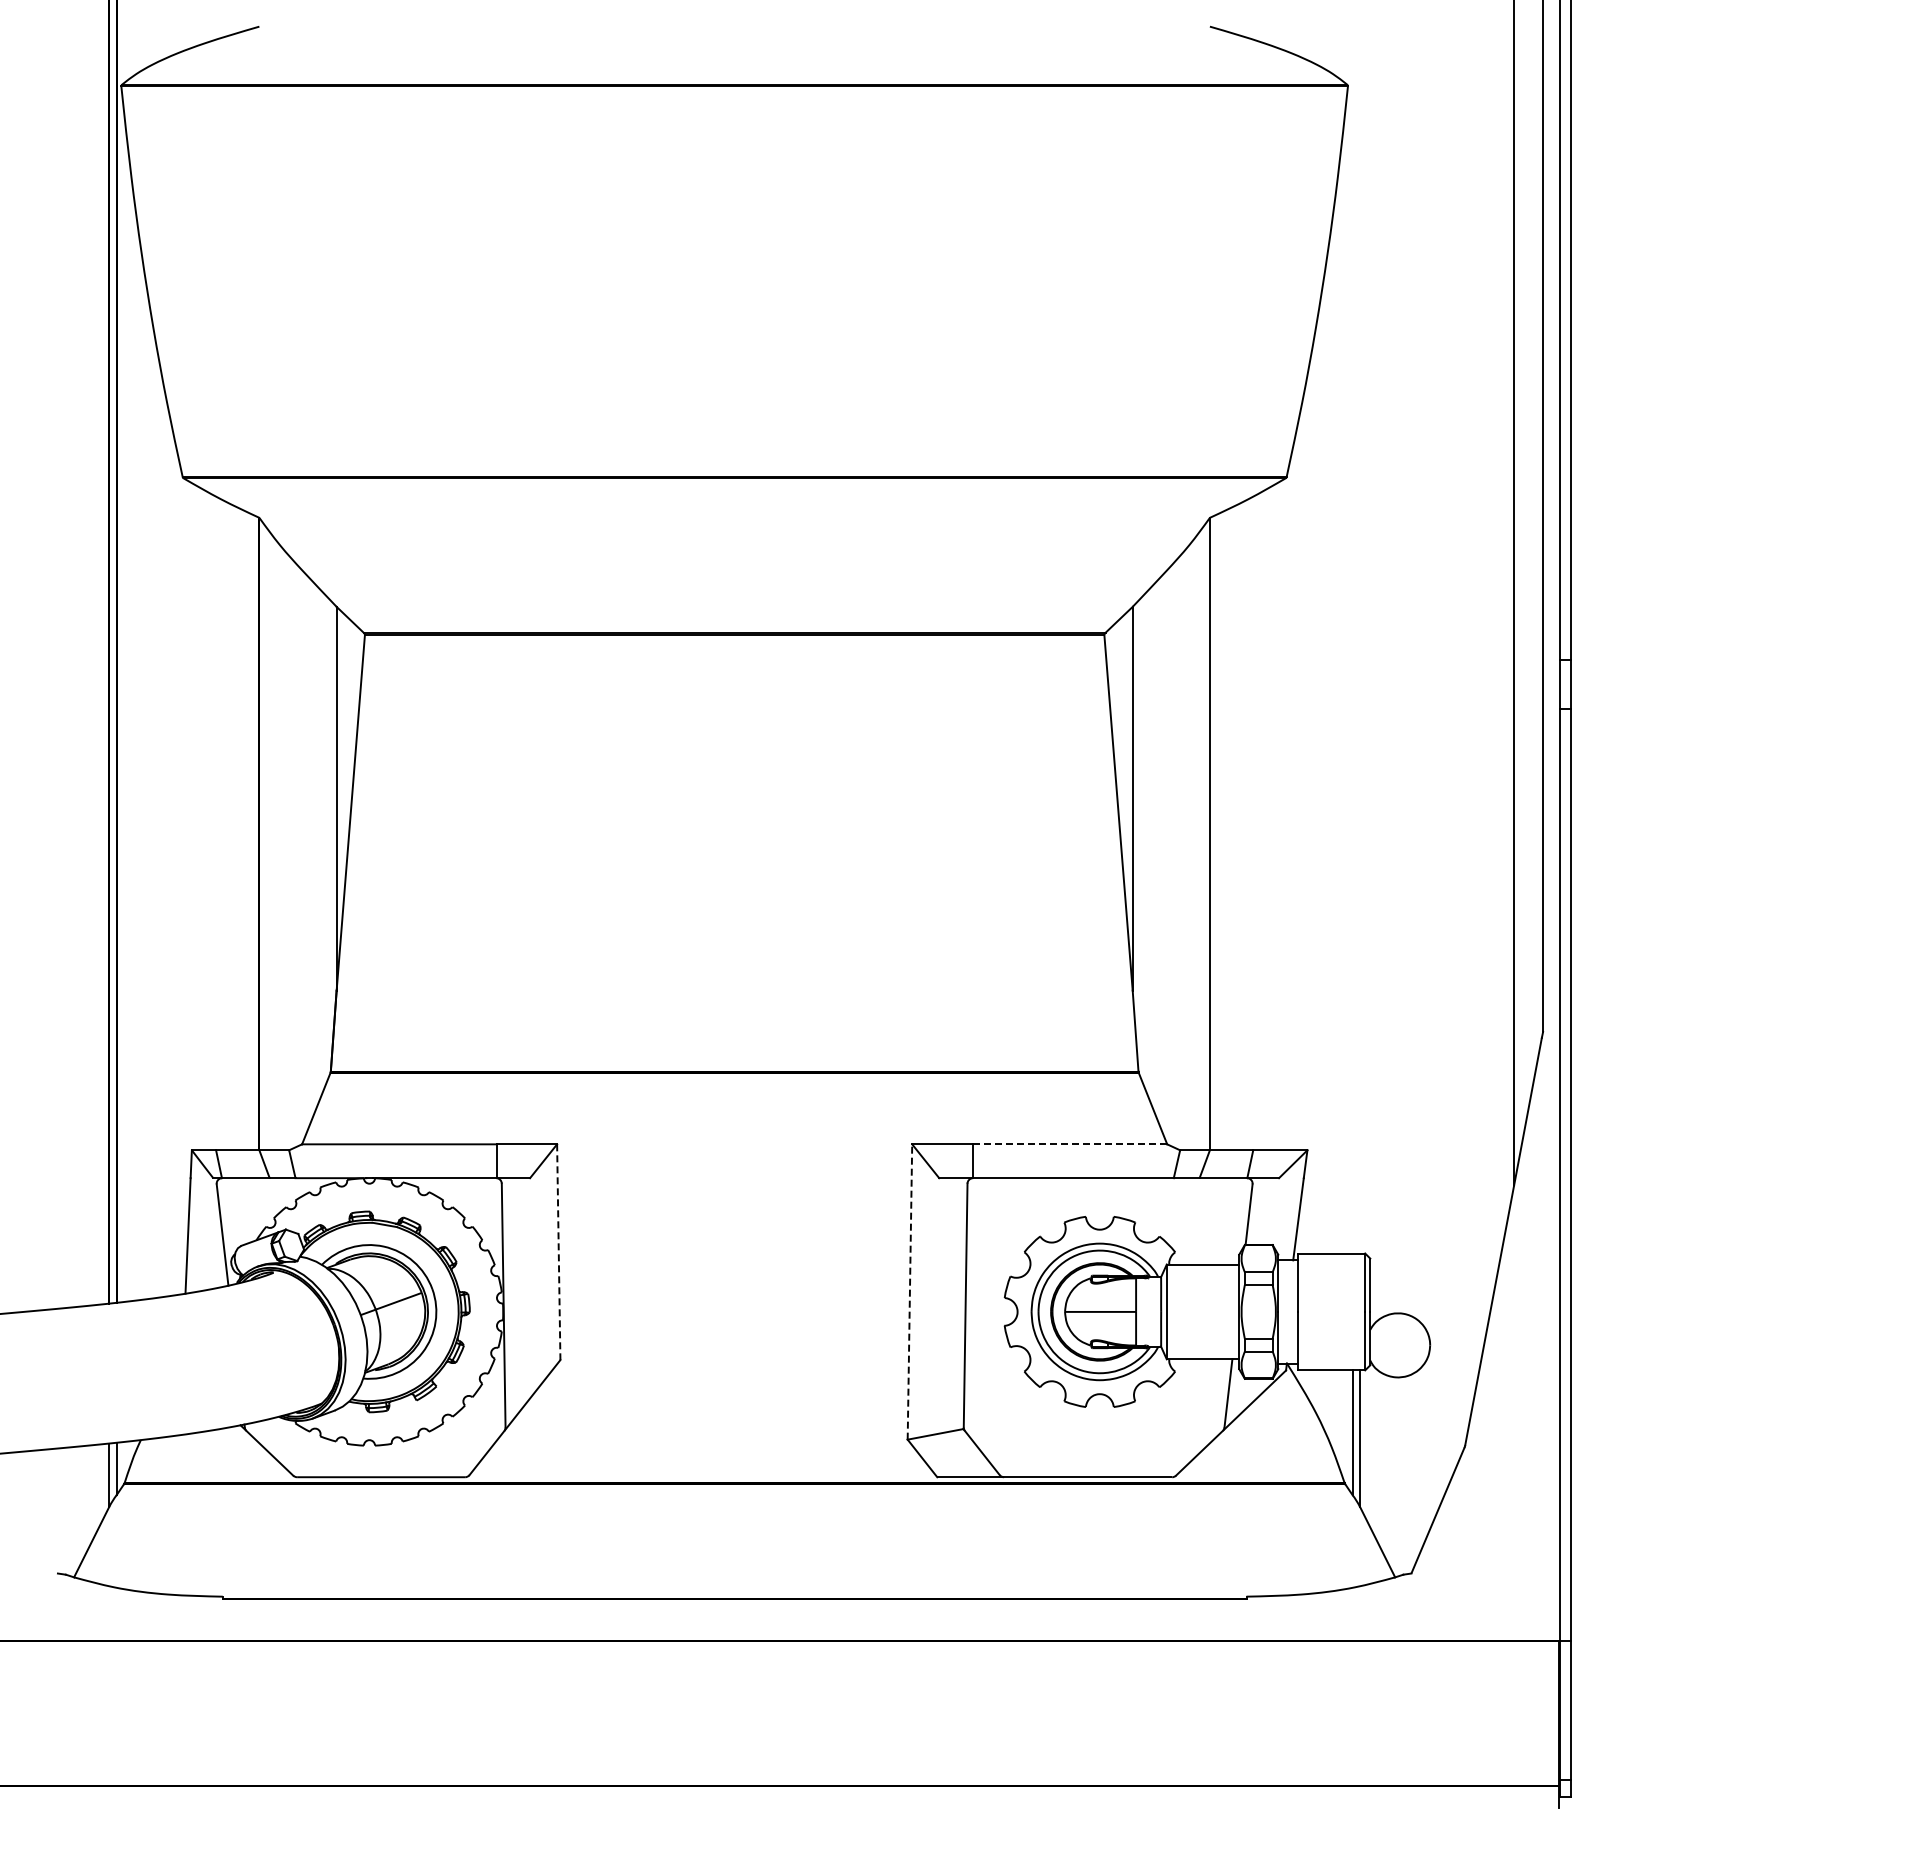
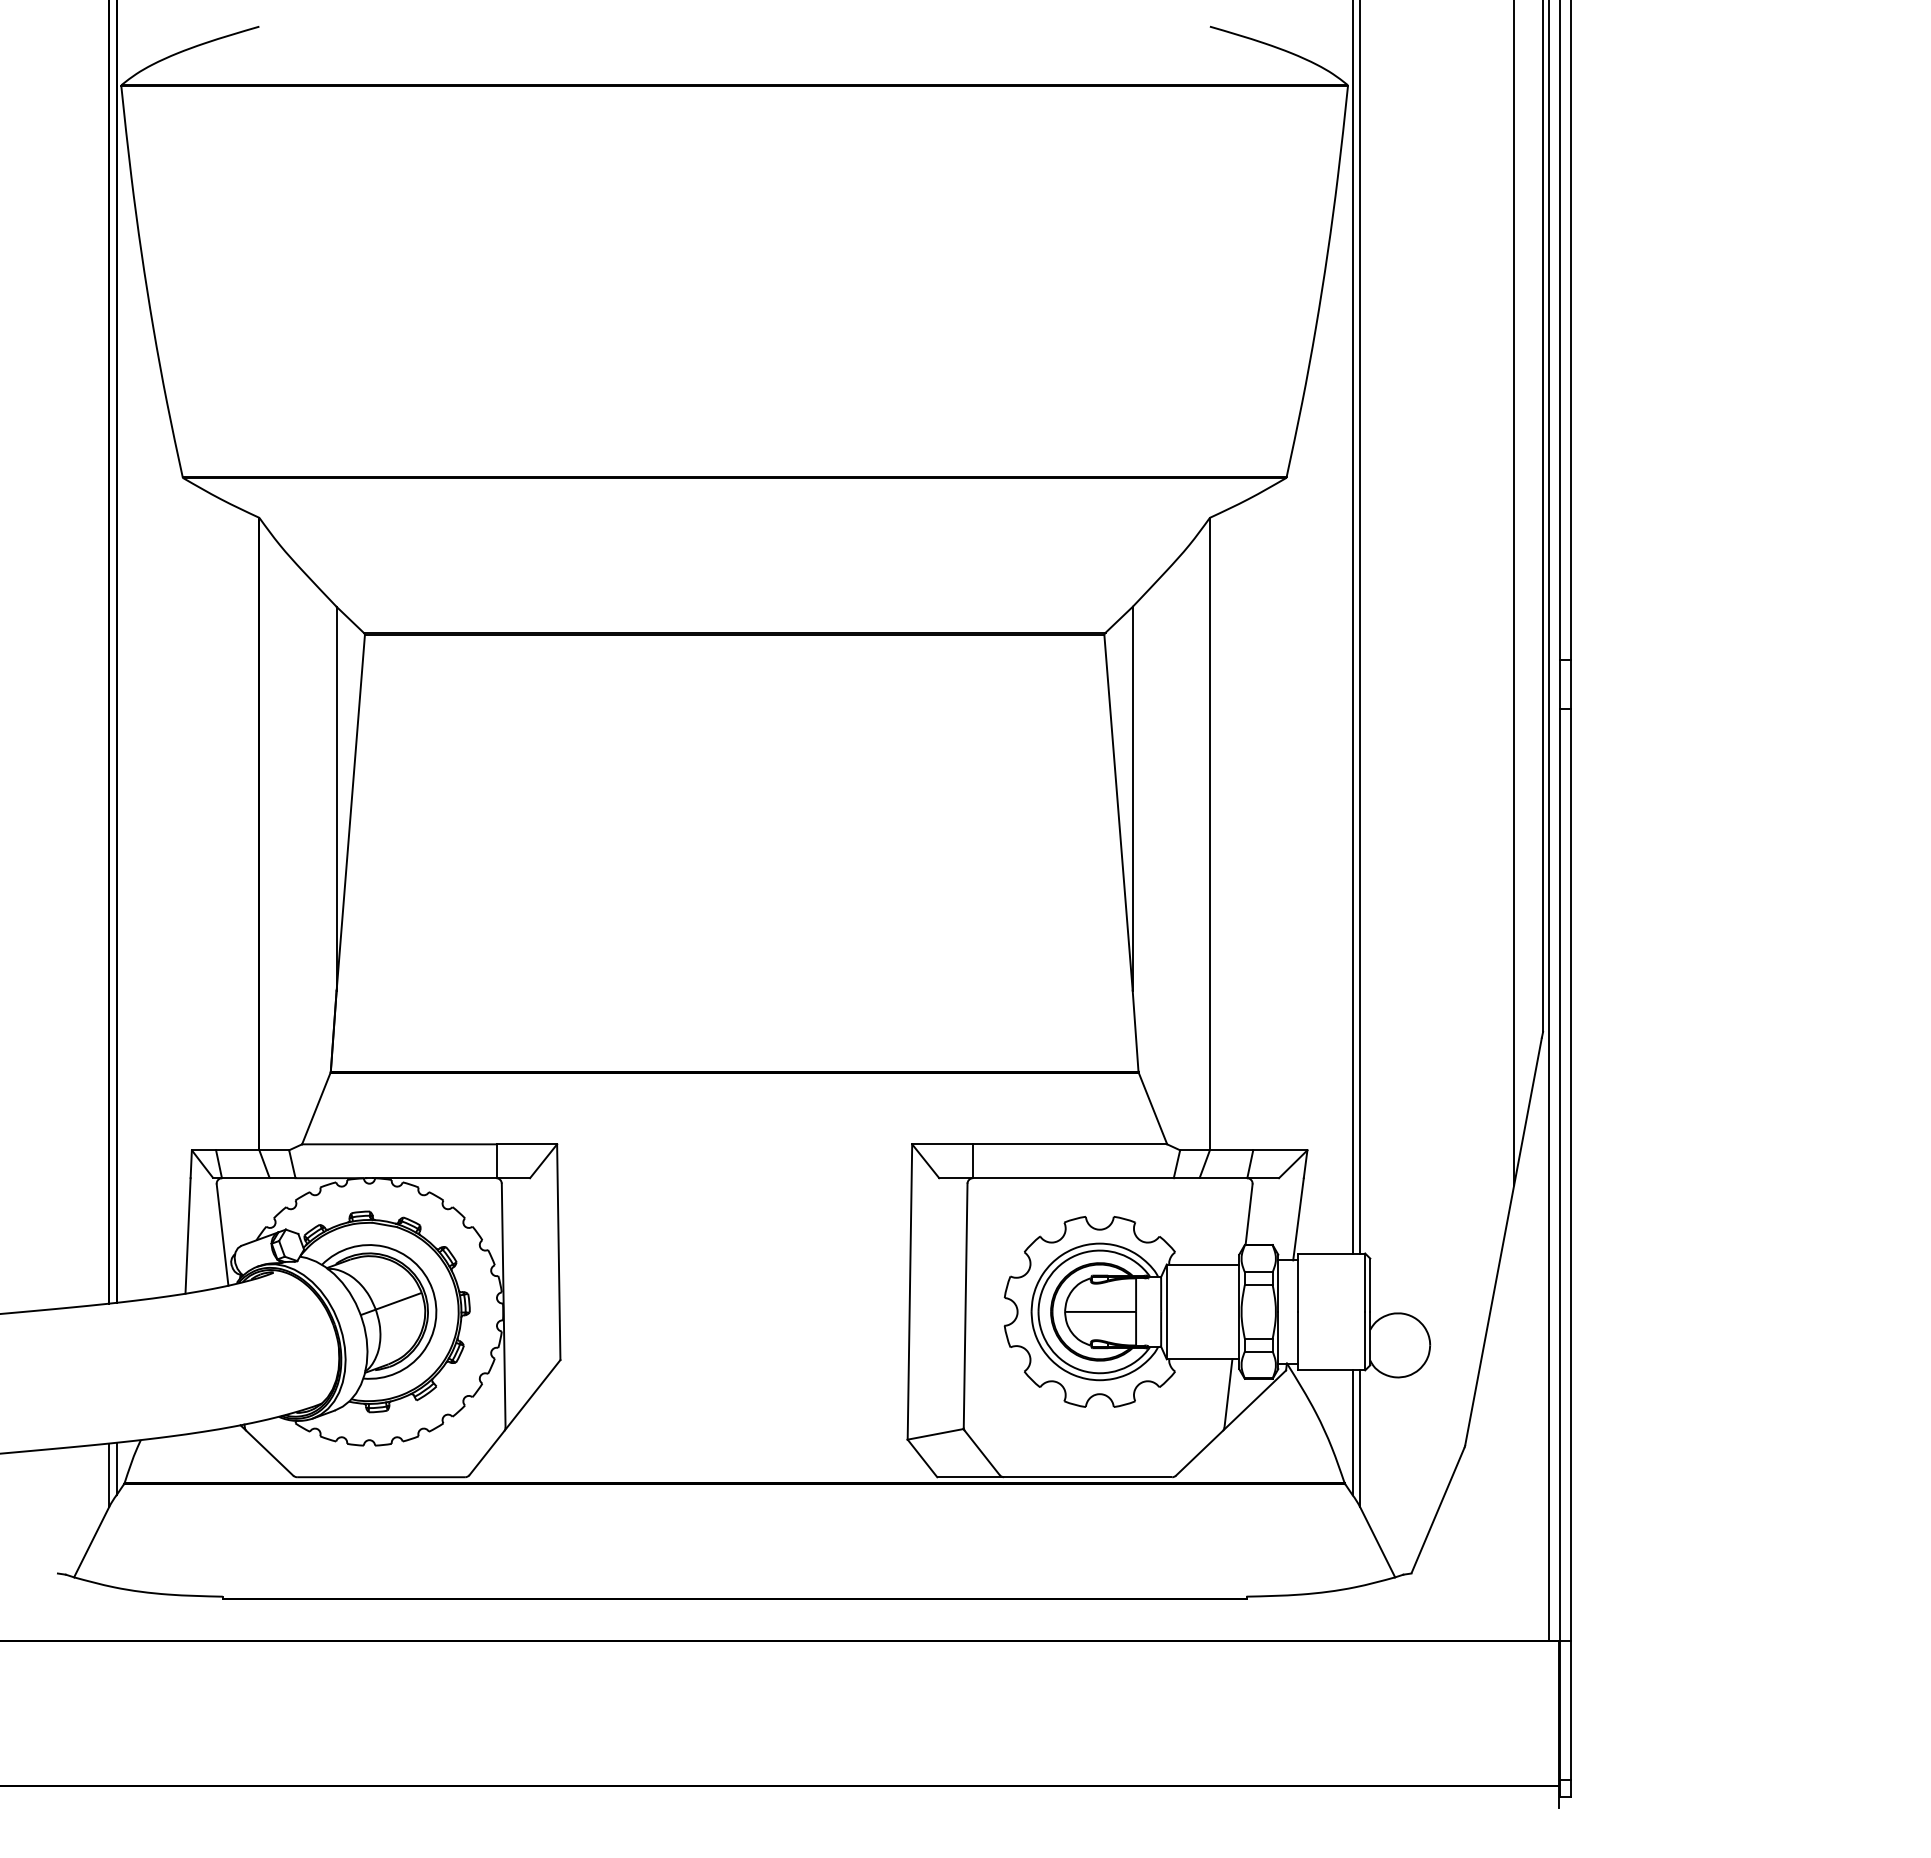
line at (1352, 627): none -> present
line at (1360, 627): none -> present
line at (1548, 821): none -> present
line at (1070, 1144): dashed -> solid
line at (558, 1252): dashed -> solid
line at (909, 1292): dashed -> solid
